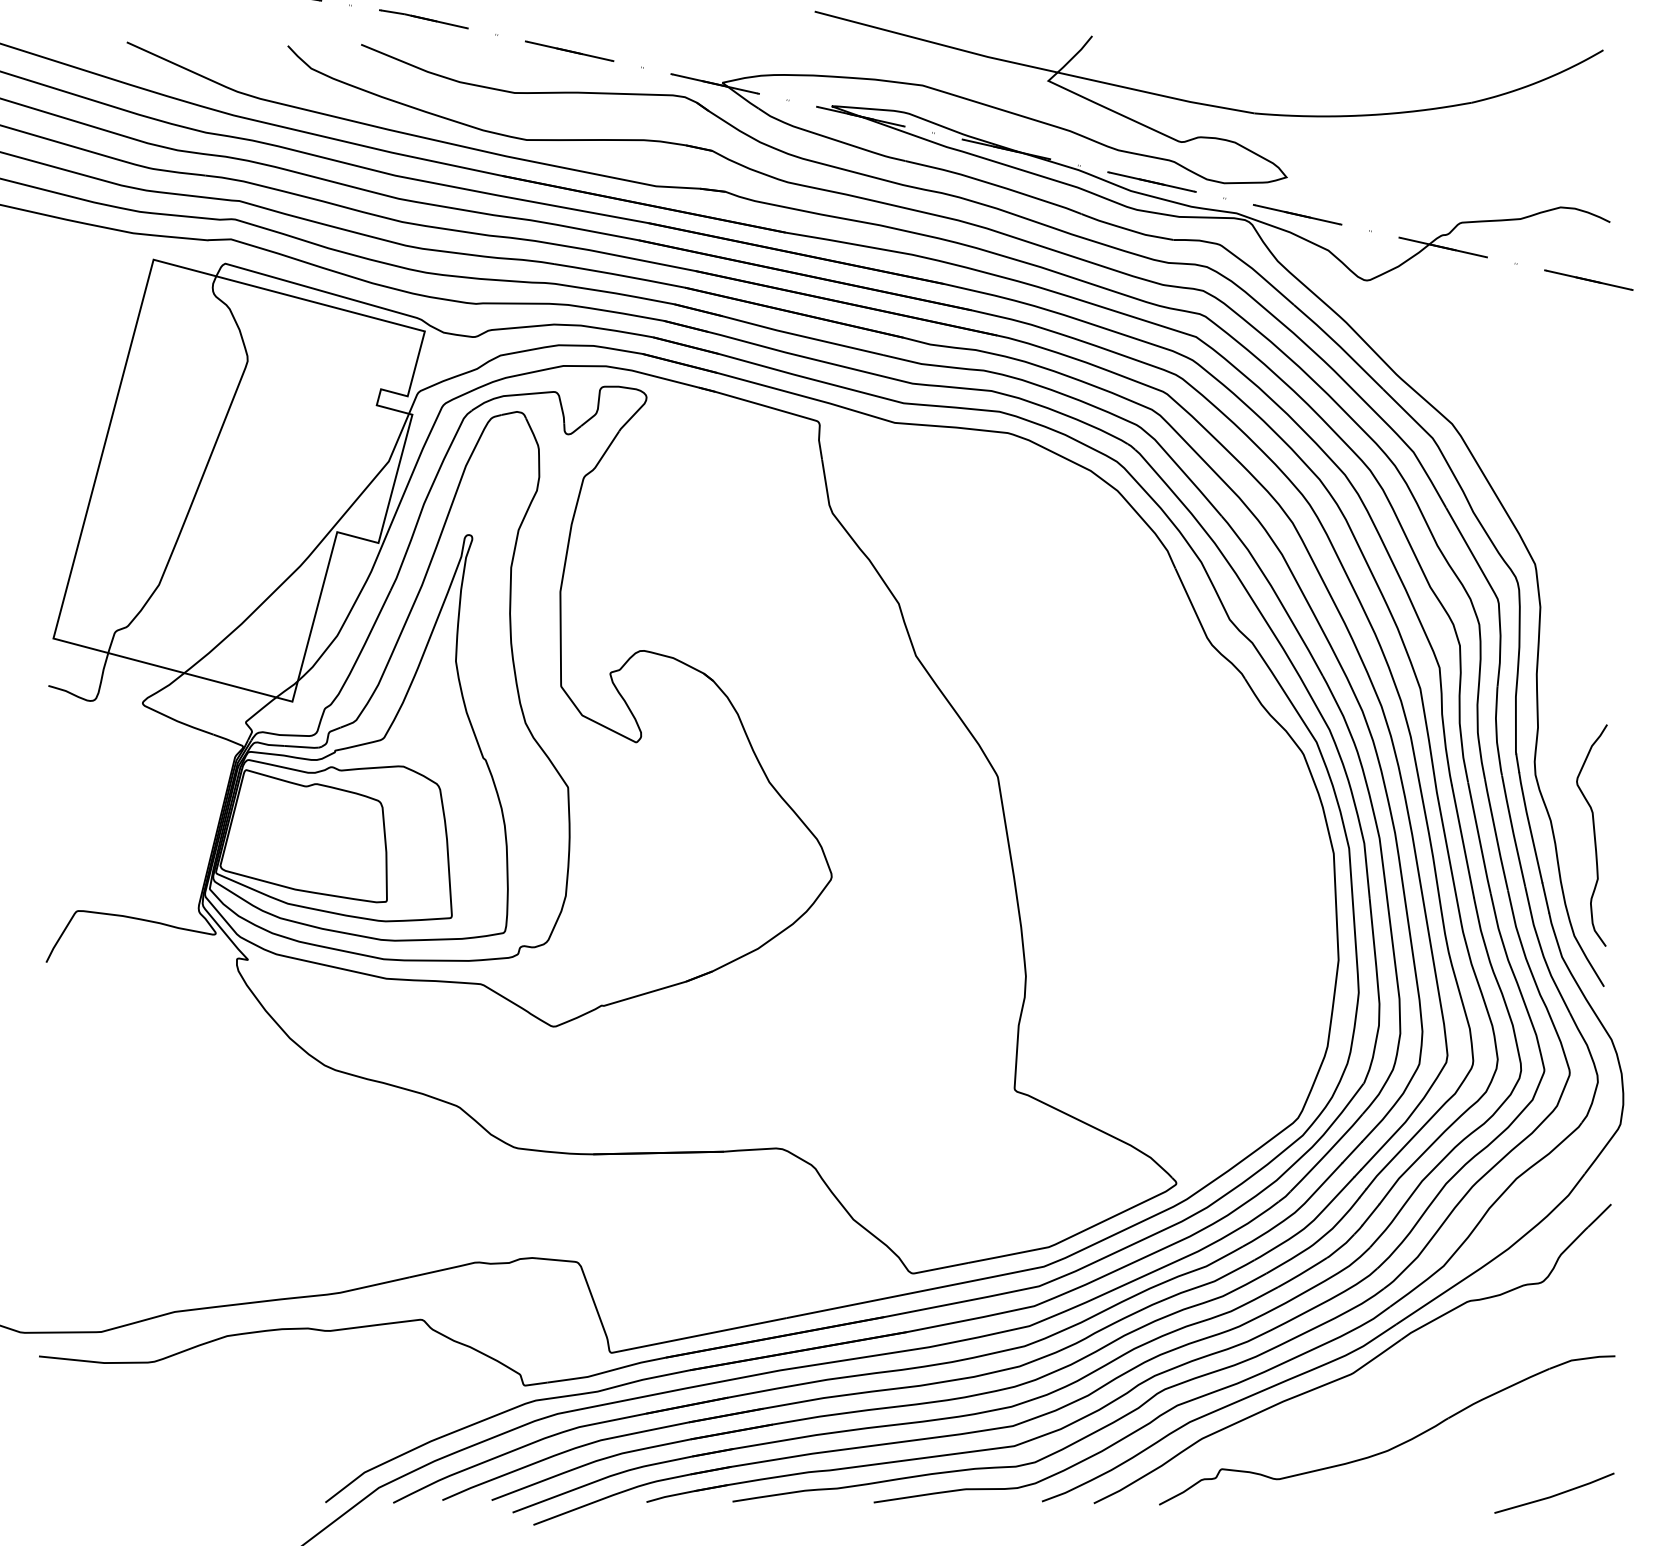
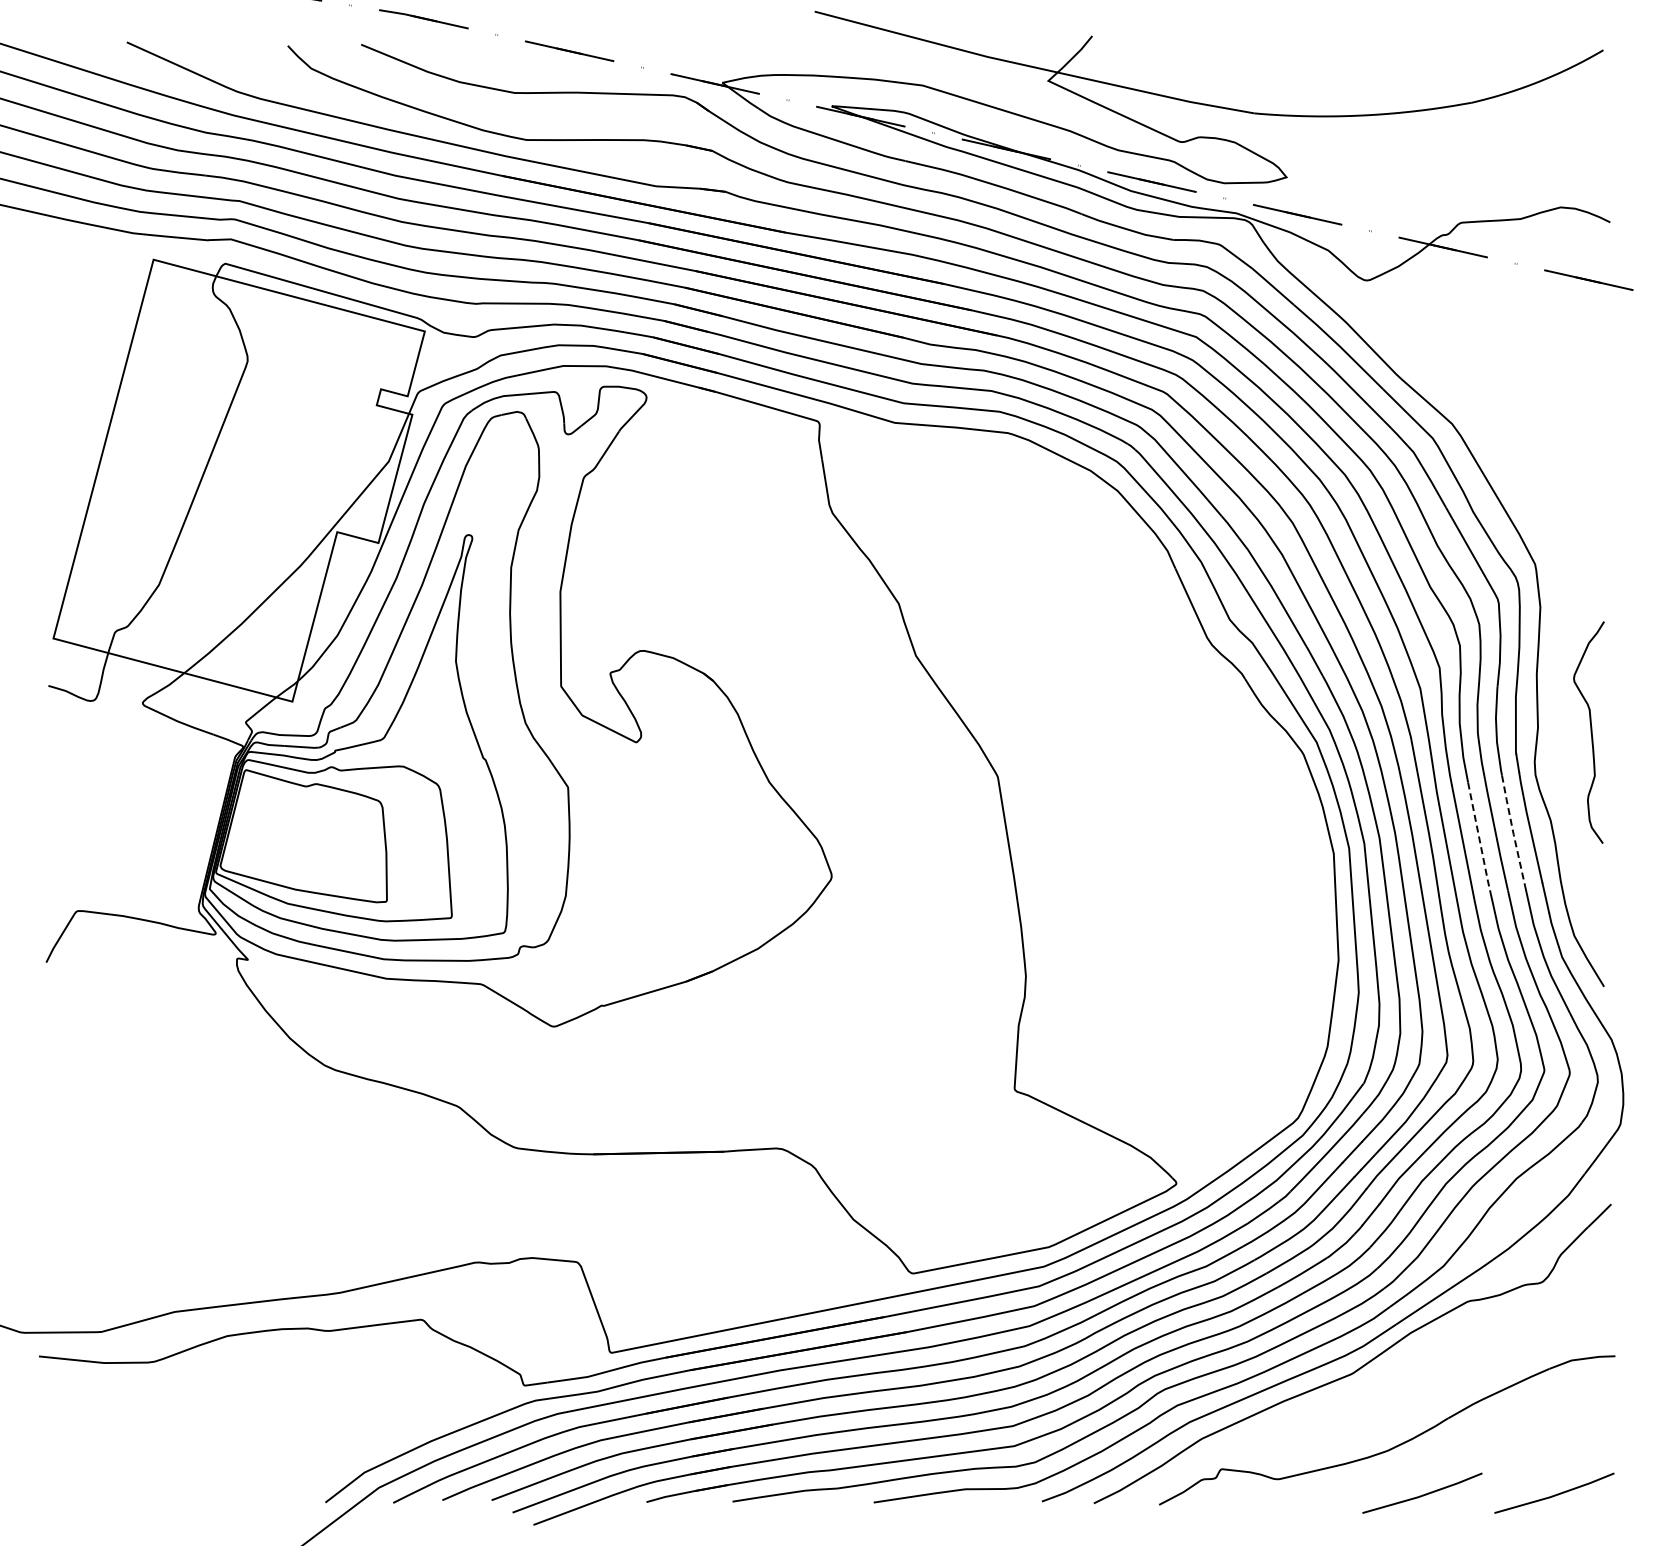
line at (1513, 831): solid -> dashed
curve at (1593, 835) position: (1593, 835) -> (1590, 732)
line at (1479, 838): solid -> dashed
line at (1422, 1494): none -> present
